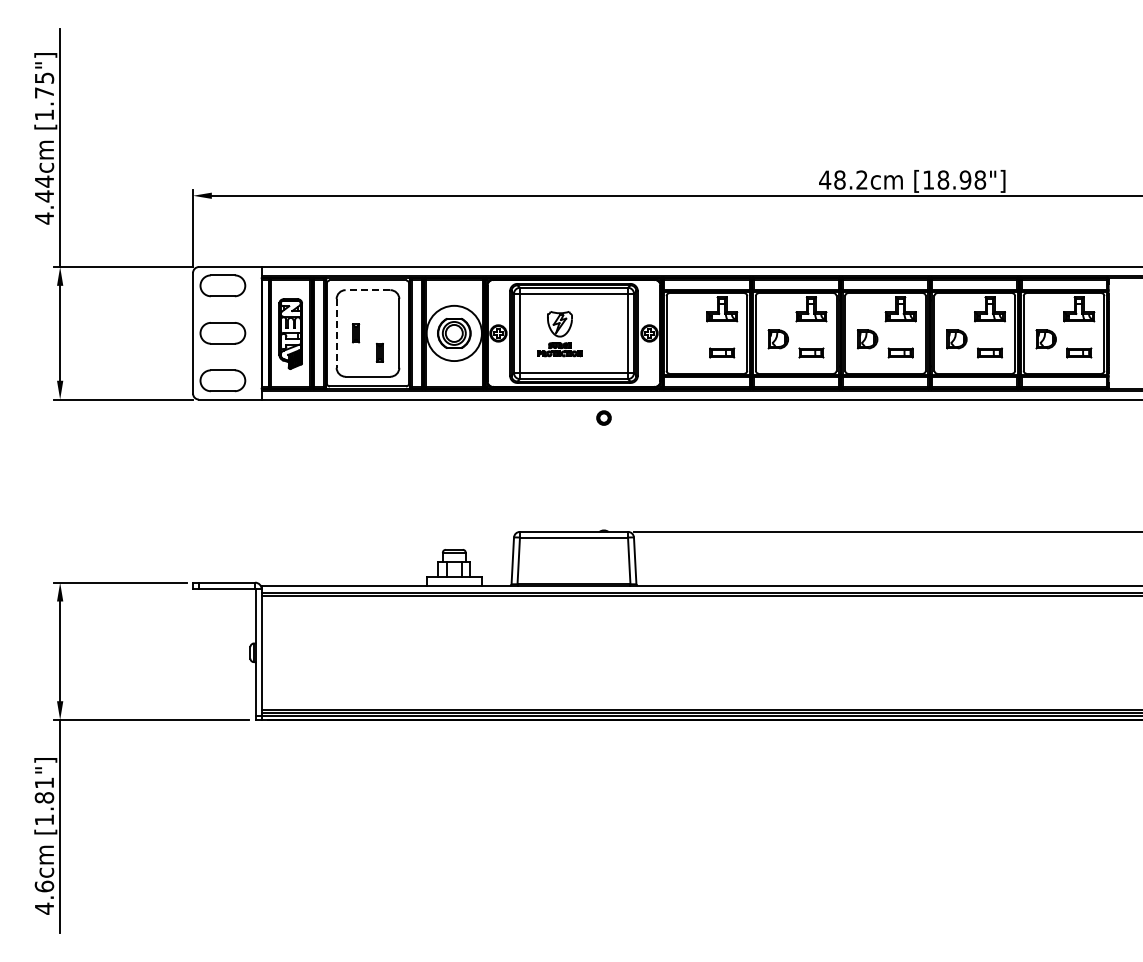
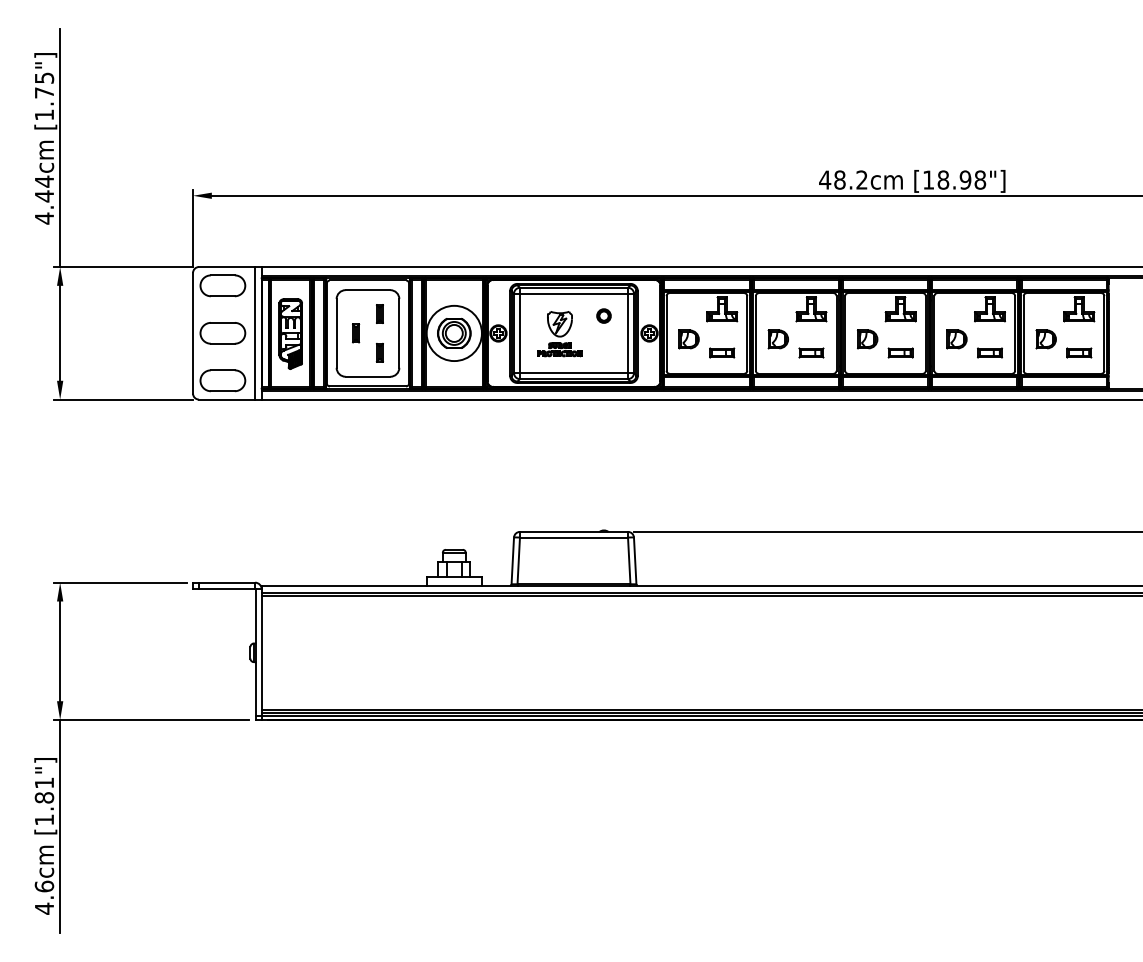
line at (367, 290): dashed -> solid
part at (379, 313): none -> present
line at (255, 333): none -> present
line at (336, 333): dashed -> solid
part at (688, 339): none -> present
circle at (603, 417) position: (603, 417) -> (603, 315)
